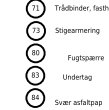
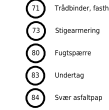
text at (85, 58) position: (85, 58) -> (72, 53)
text at (77, 77) position: (77, 77) -> (69, 75)
text at (78, 102) position: (78, 102) -> (78, 97)
